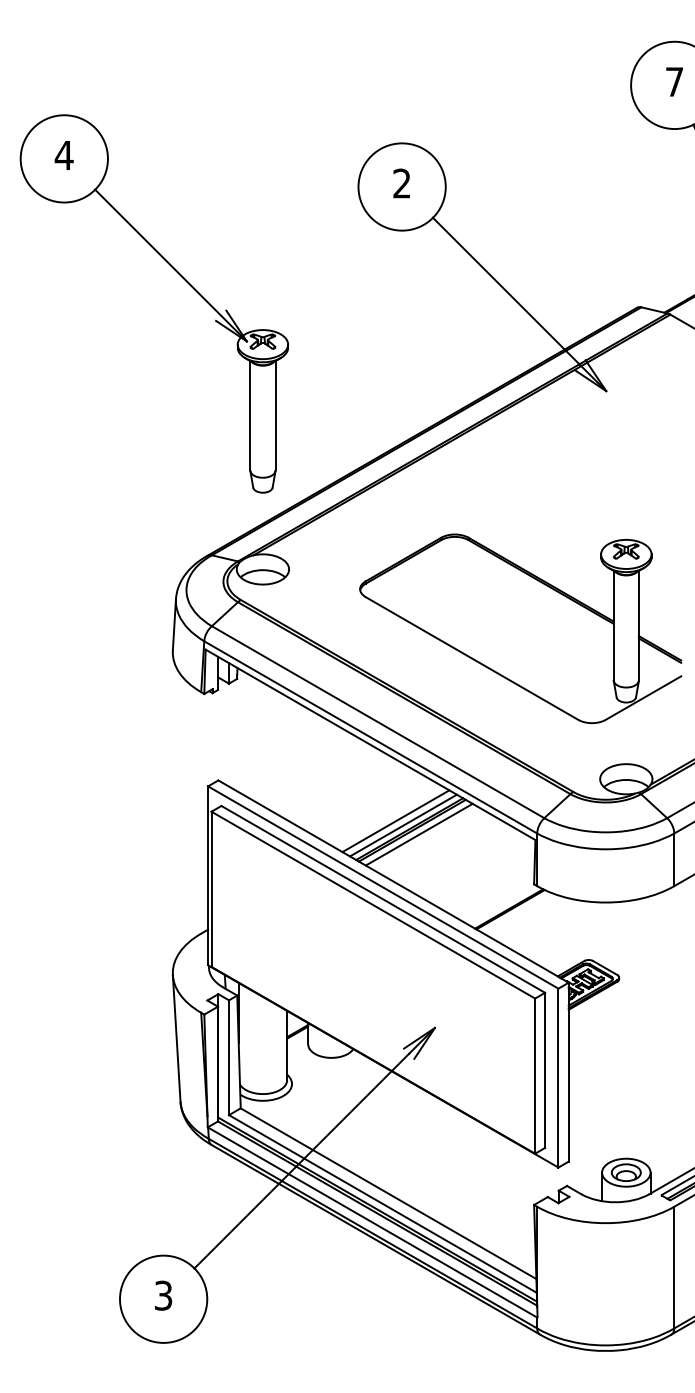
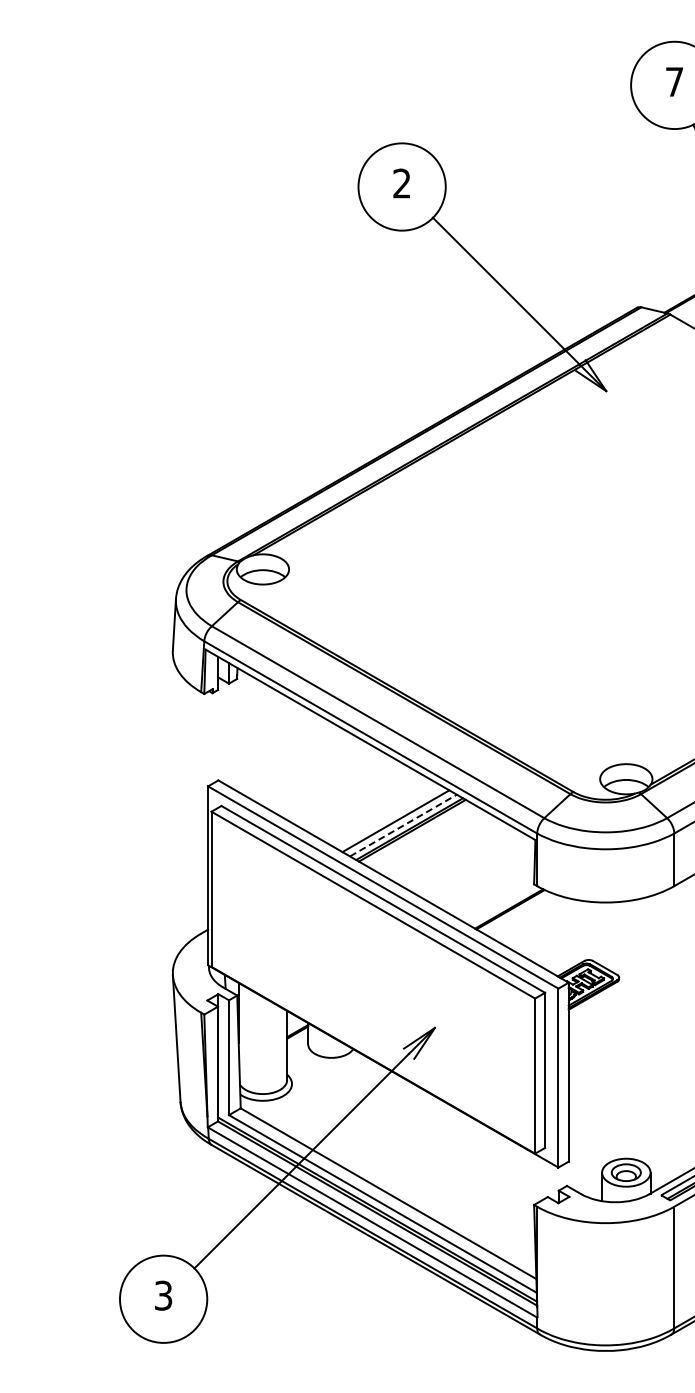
part at (180, 276): present -> none
part at (520, 628): present -> none
line at (403, 825): solid -> dashed
line at (418, 834): present -> none
